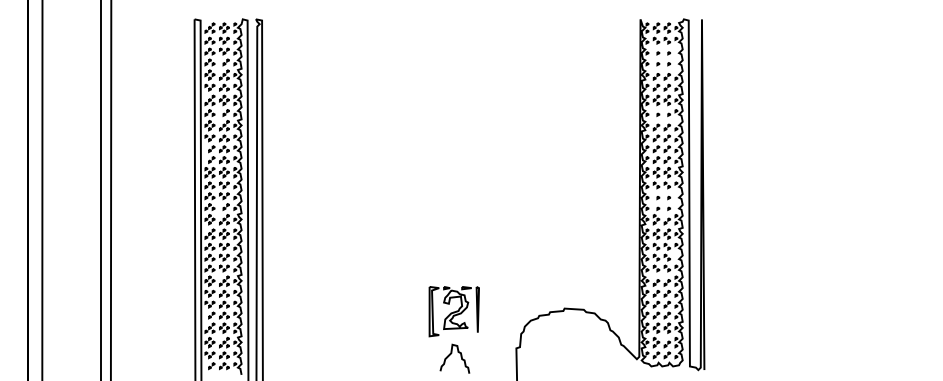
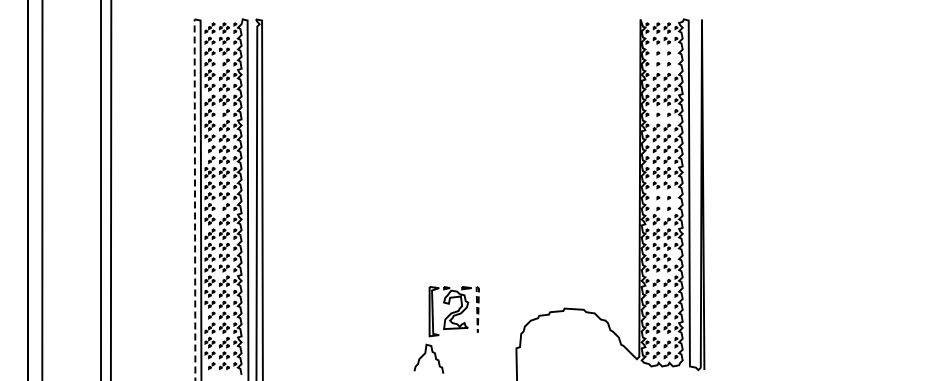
line at (195, 200): solid -> dashed
line at (477, 331): solid -> dashed
curve at (451, 354) position: (451, 354) -> (425, 354)
